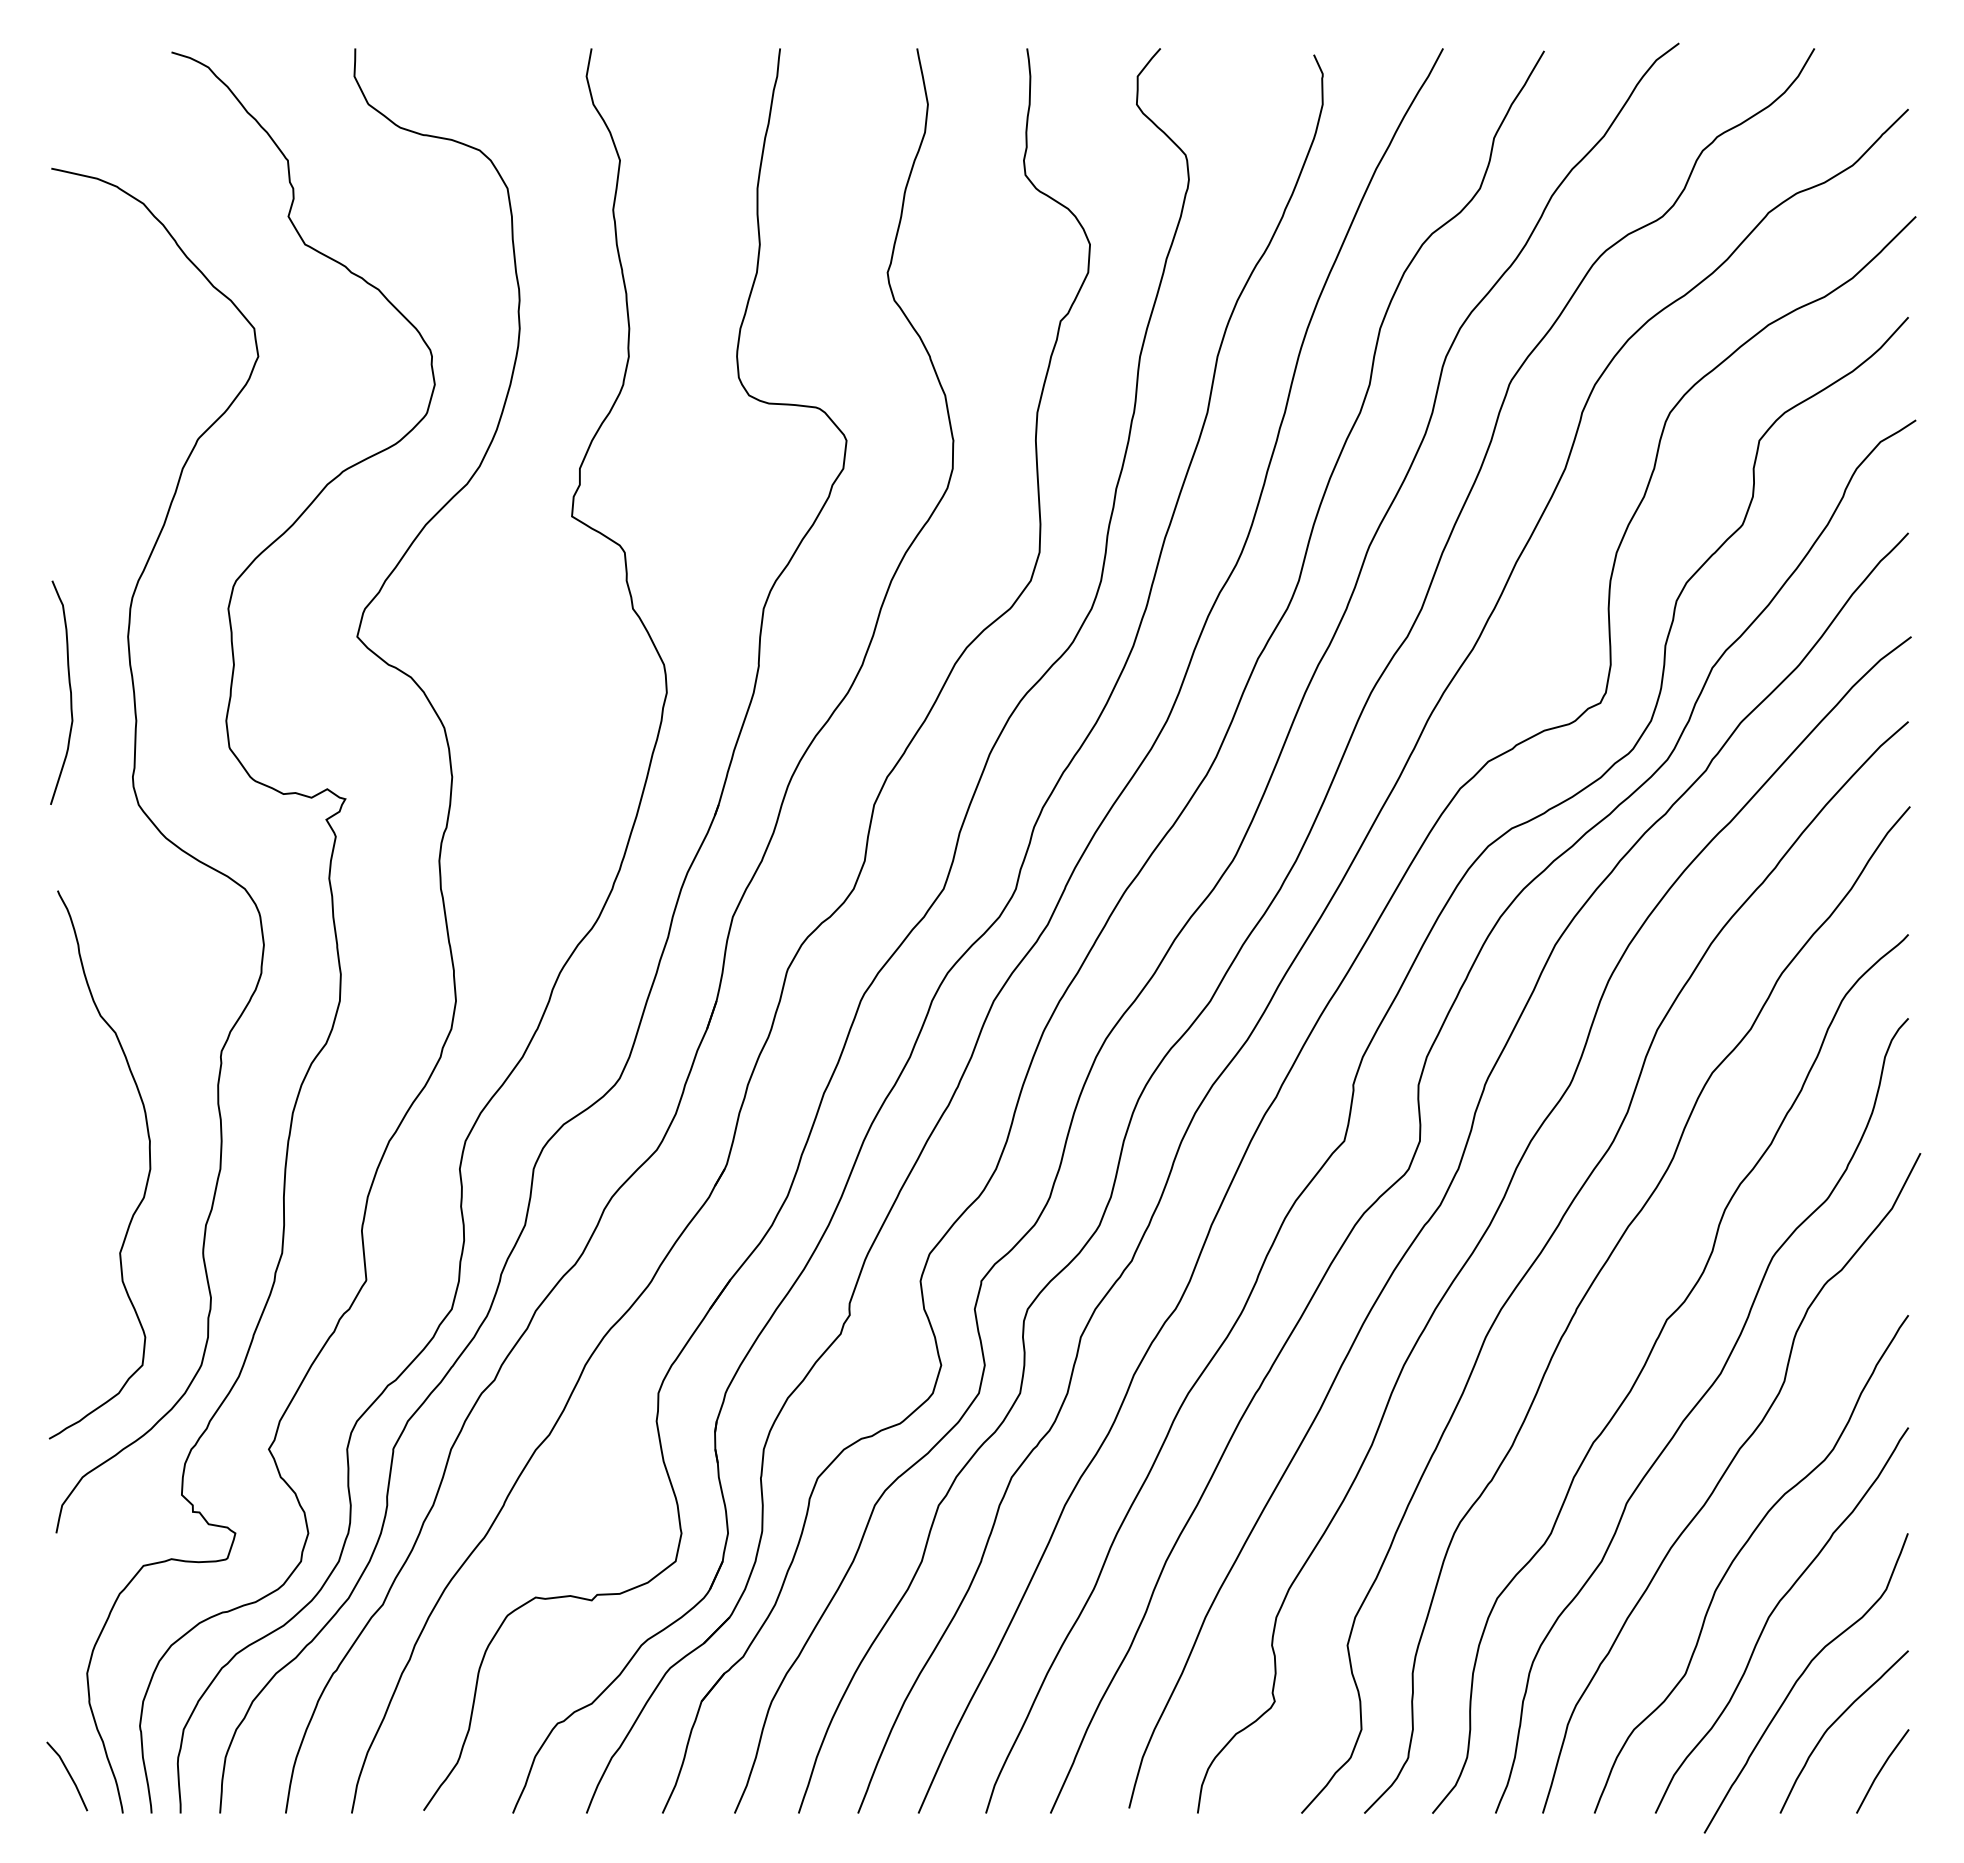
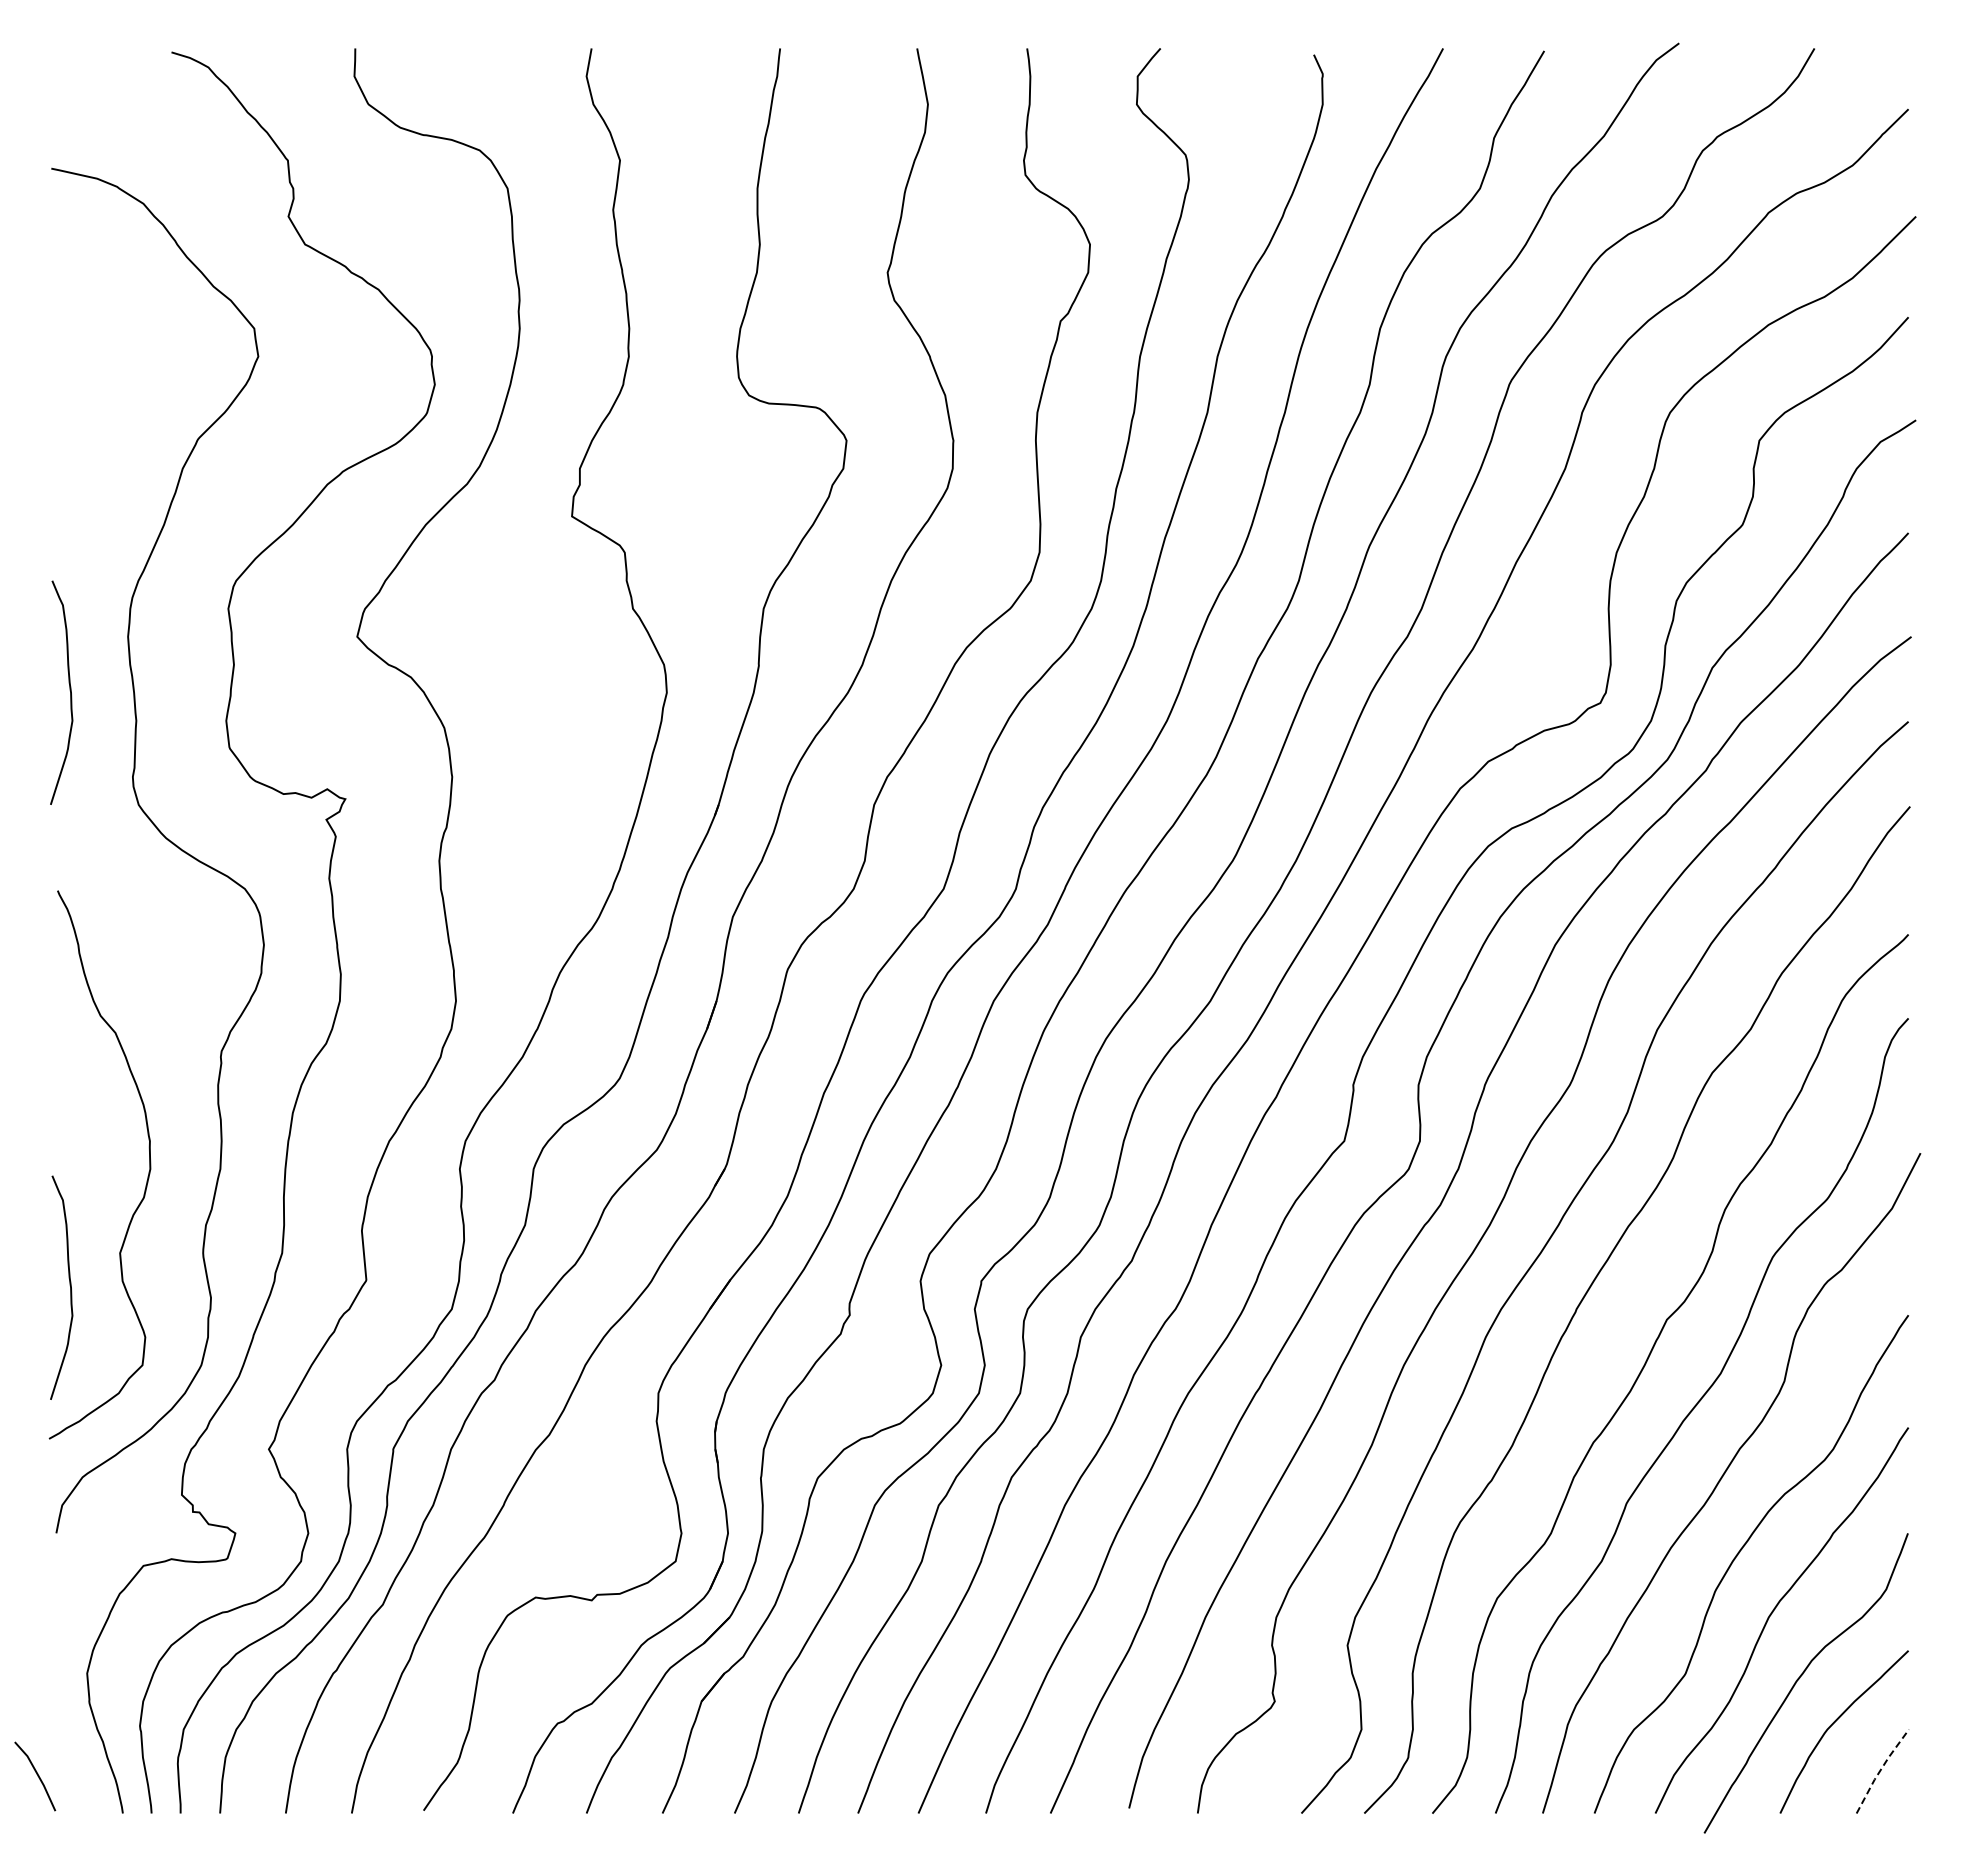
curve at (69, 1285): none -> present
line at (1880, 1769): solid -> dashed
line at (69, 1776) position: (69, 1776) -> (37, 1776)
